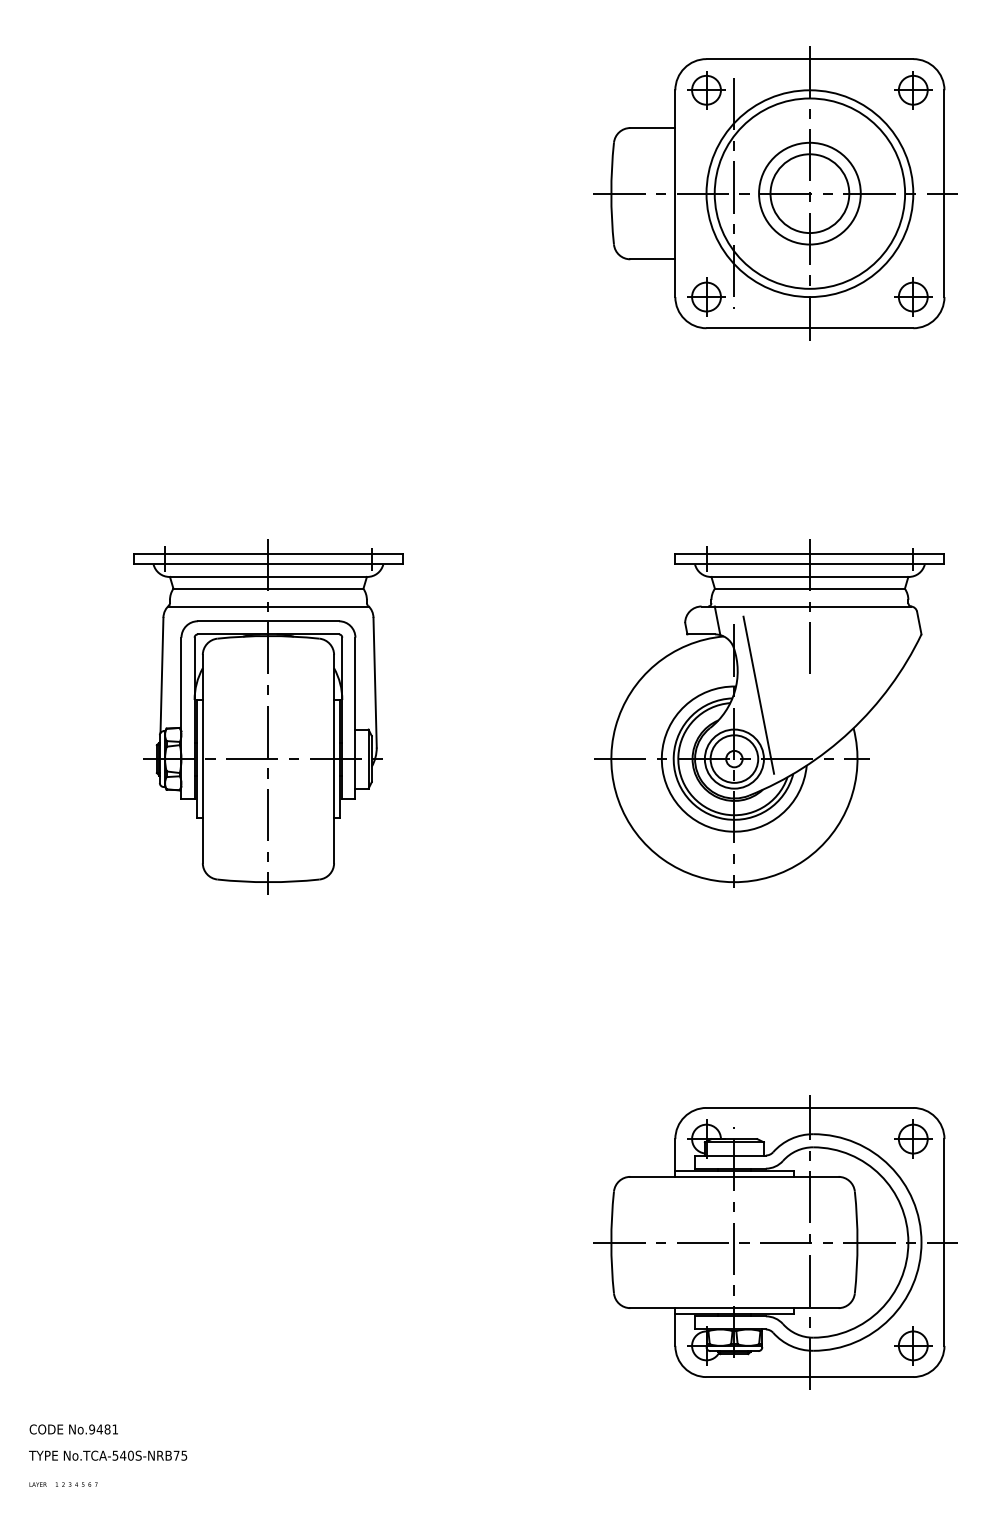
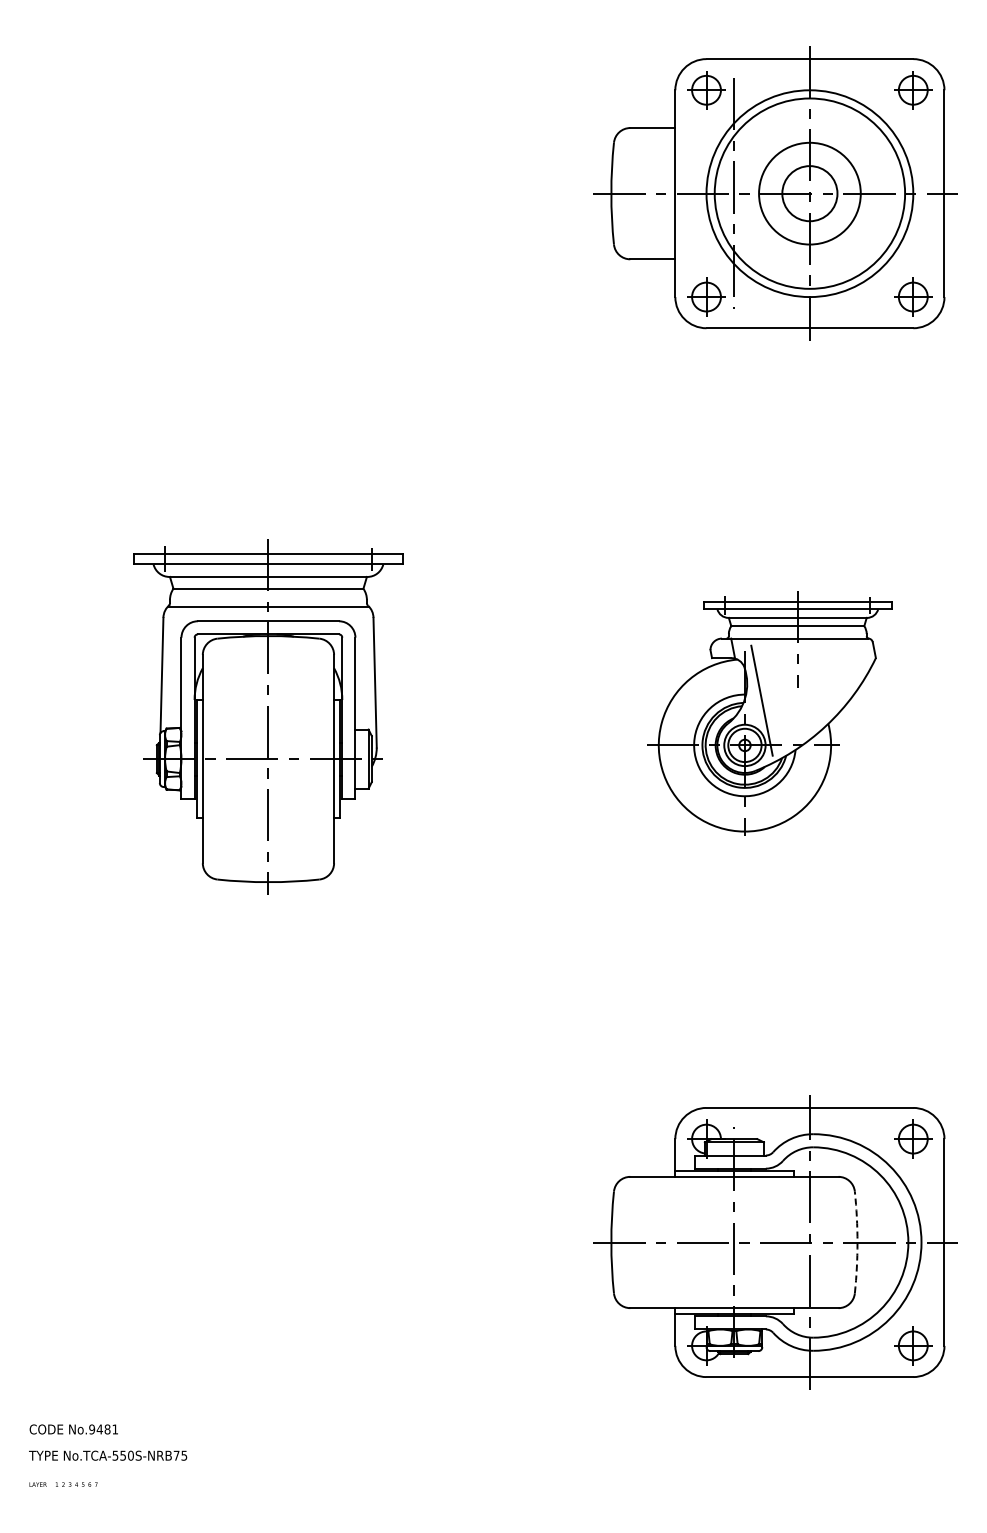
circle at (809, 193) diameter: 79 px -> 55 px
part at (769, 713) size: 351x349 px -> 246x245 px
arc at (857, 1242): solid -> dashed
text at (123, 1455): No.TCA-540S-NRB75 -> No.TCA-550S-NRB75
